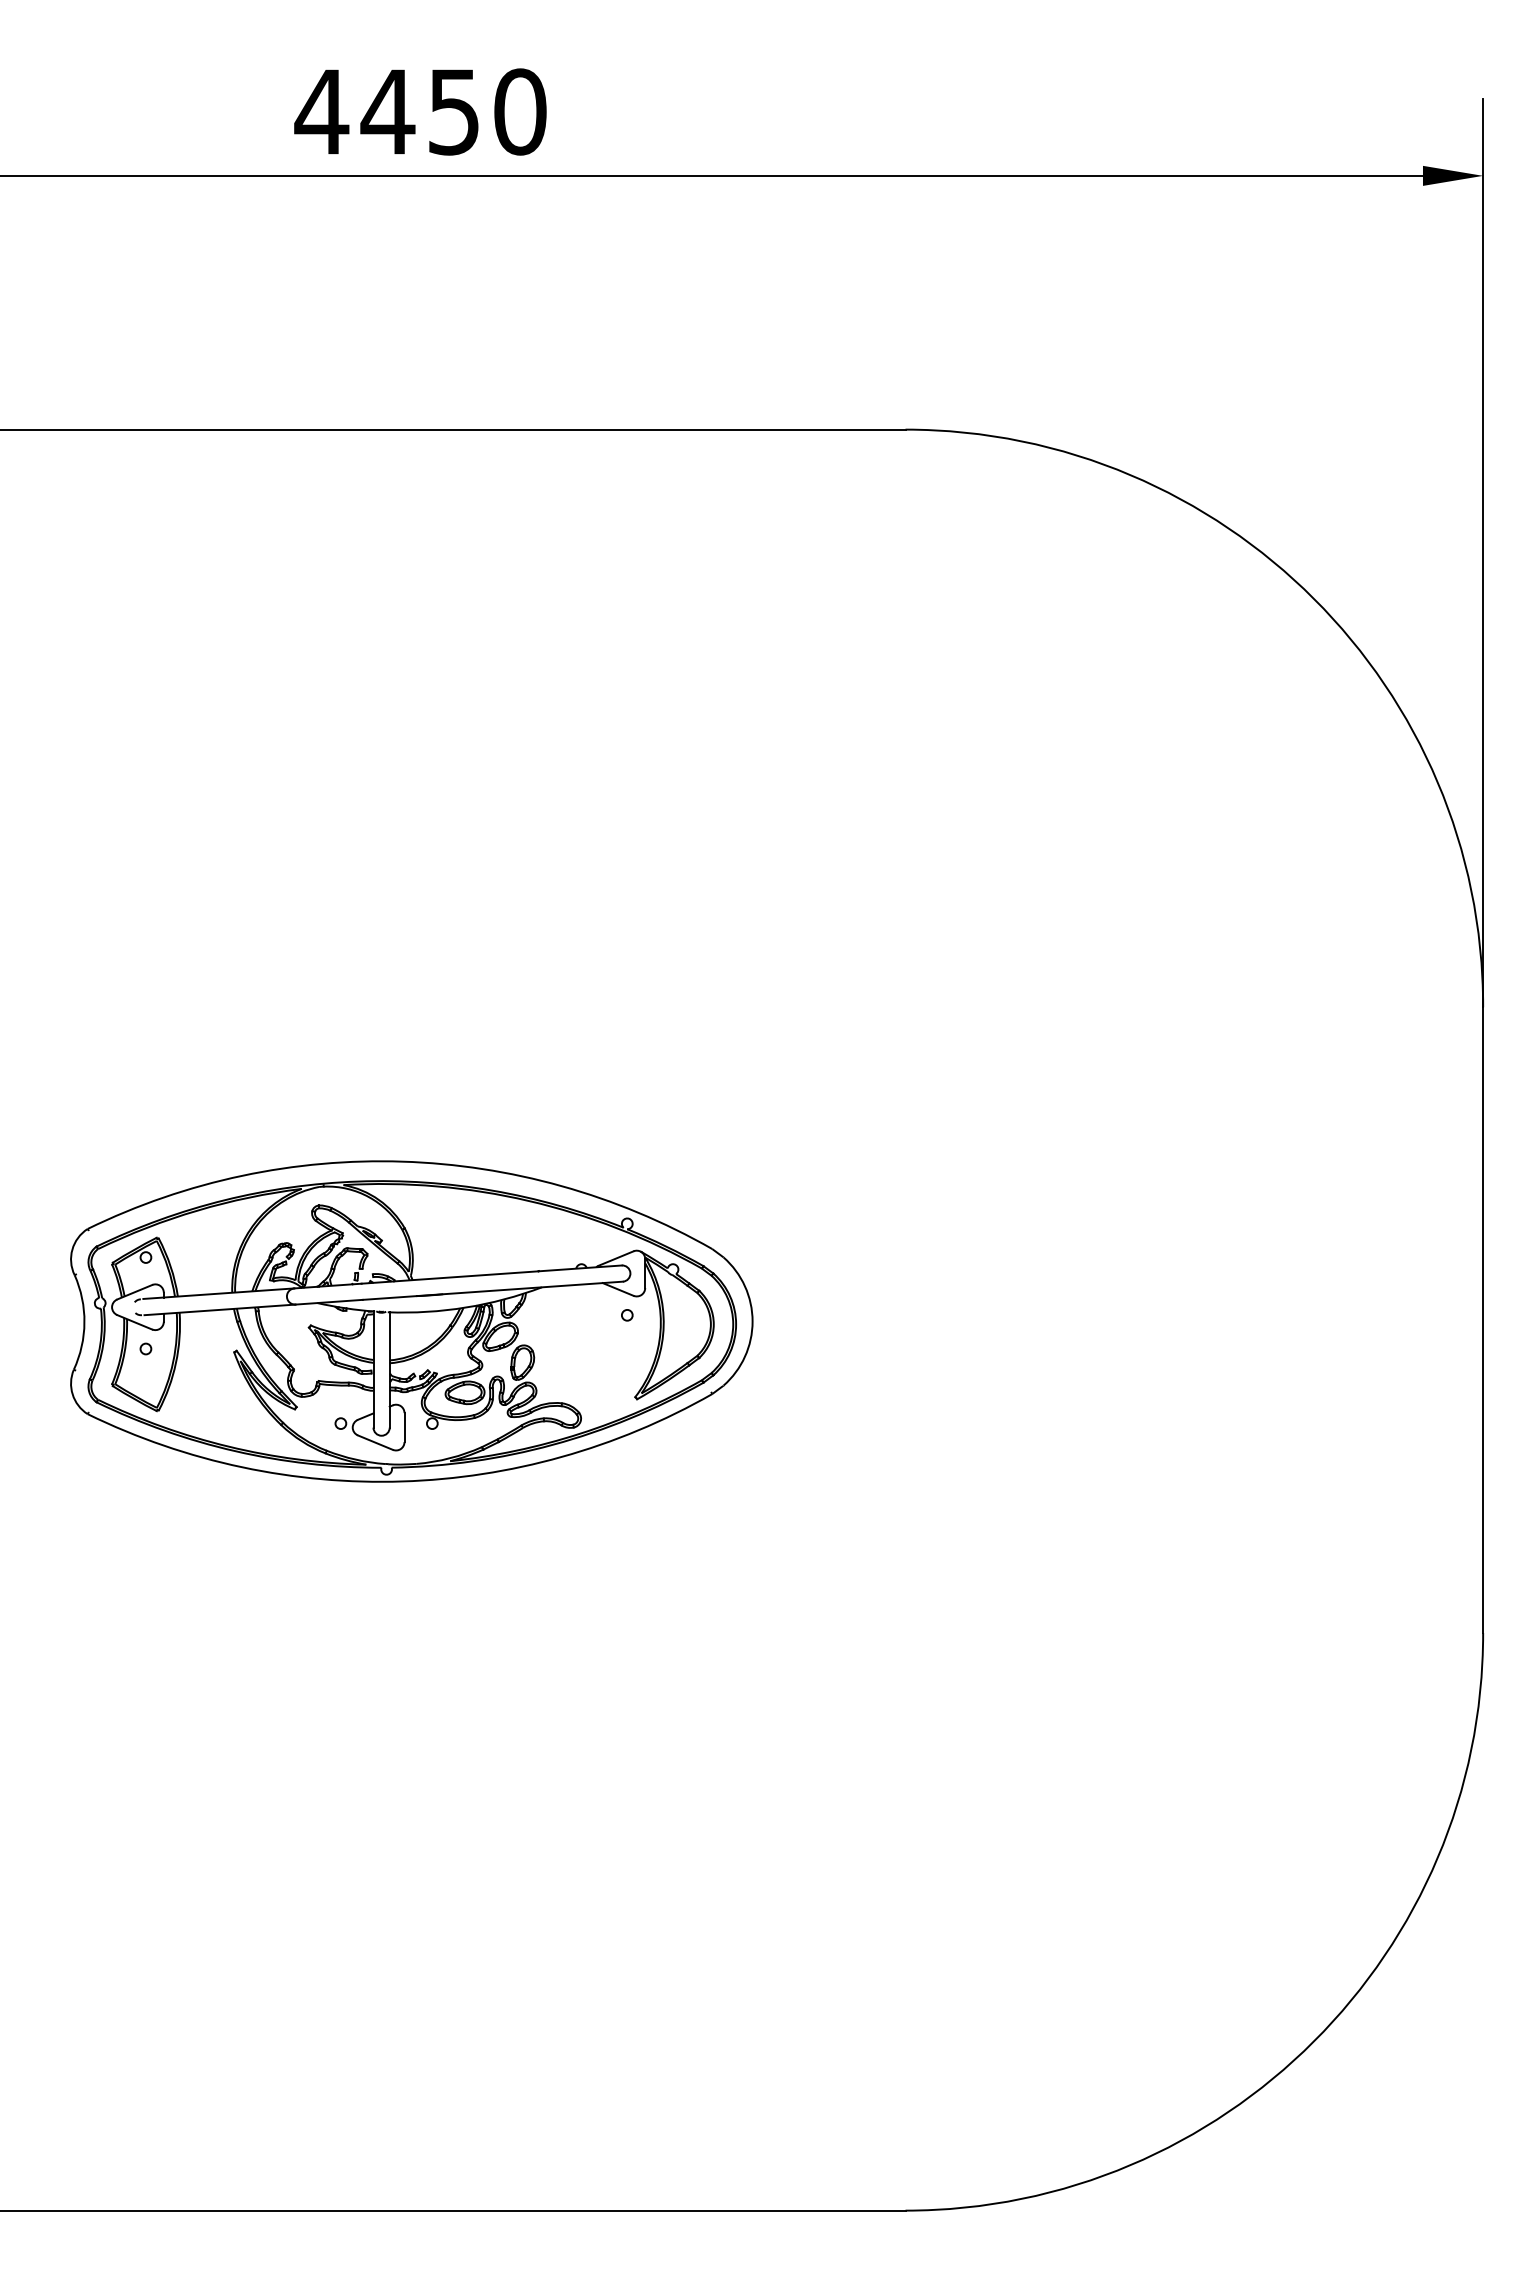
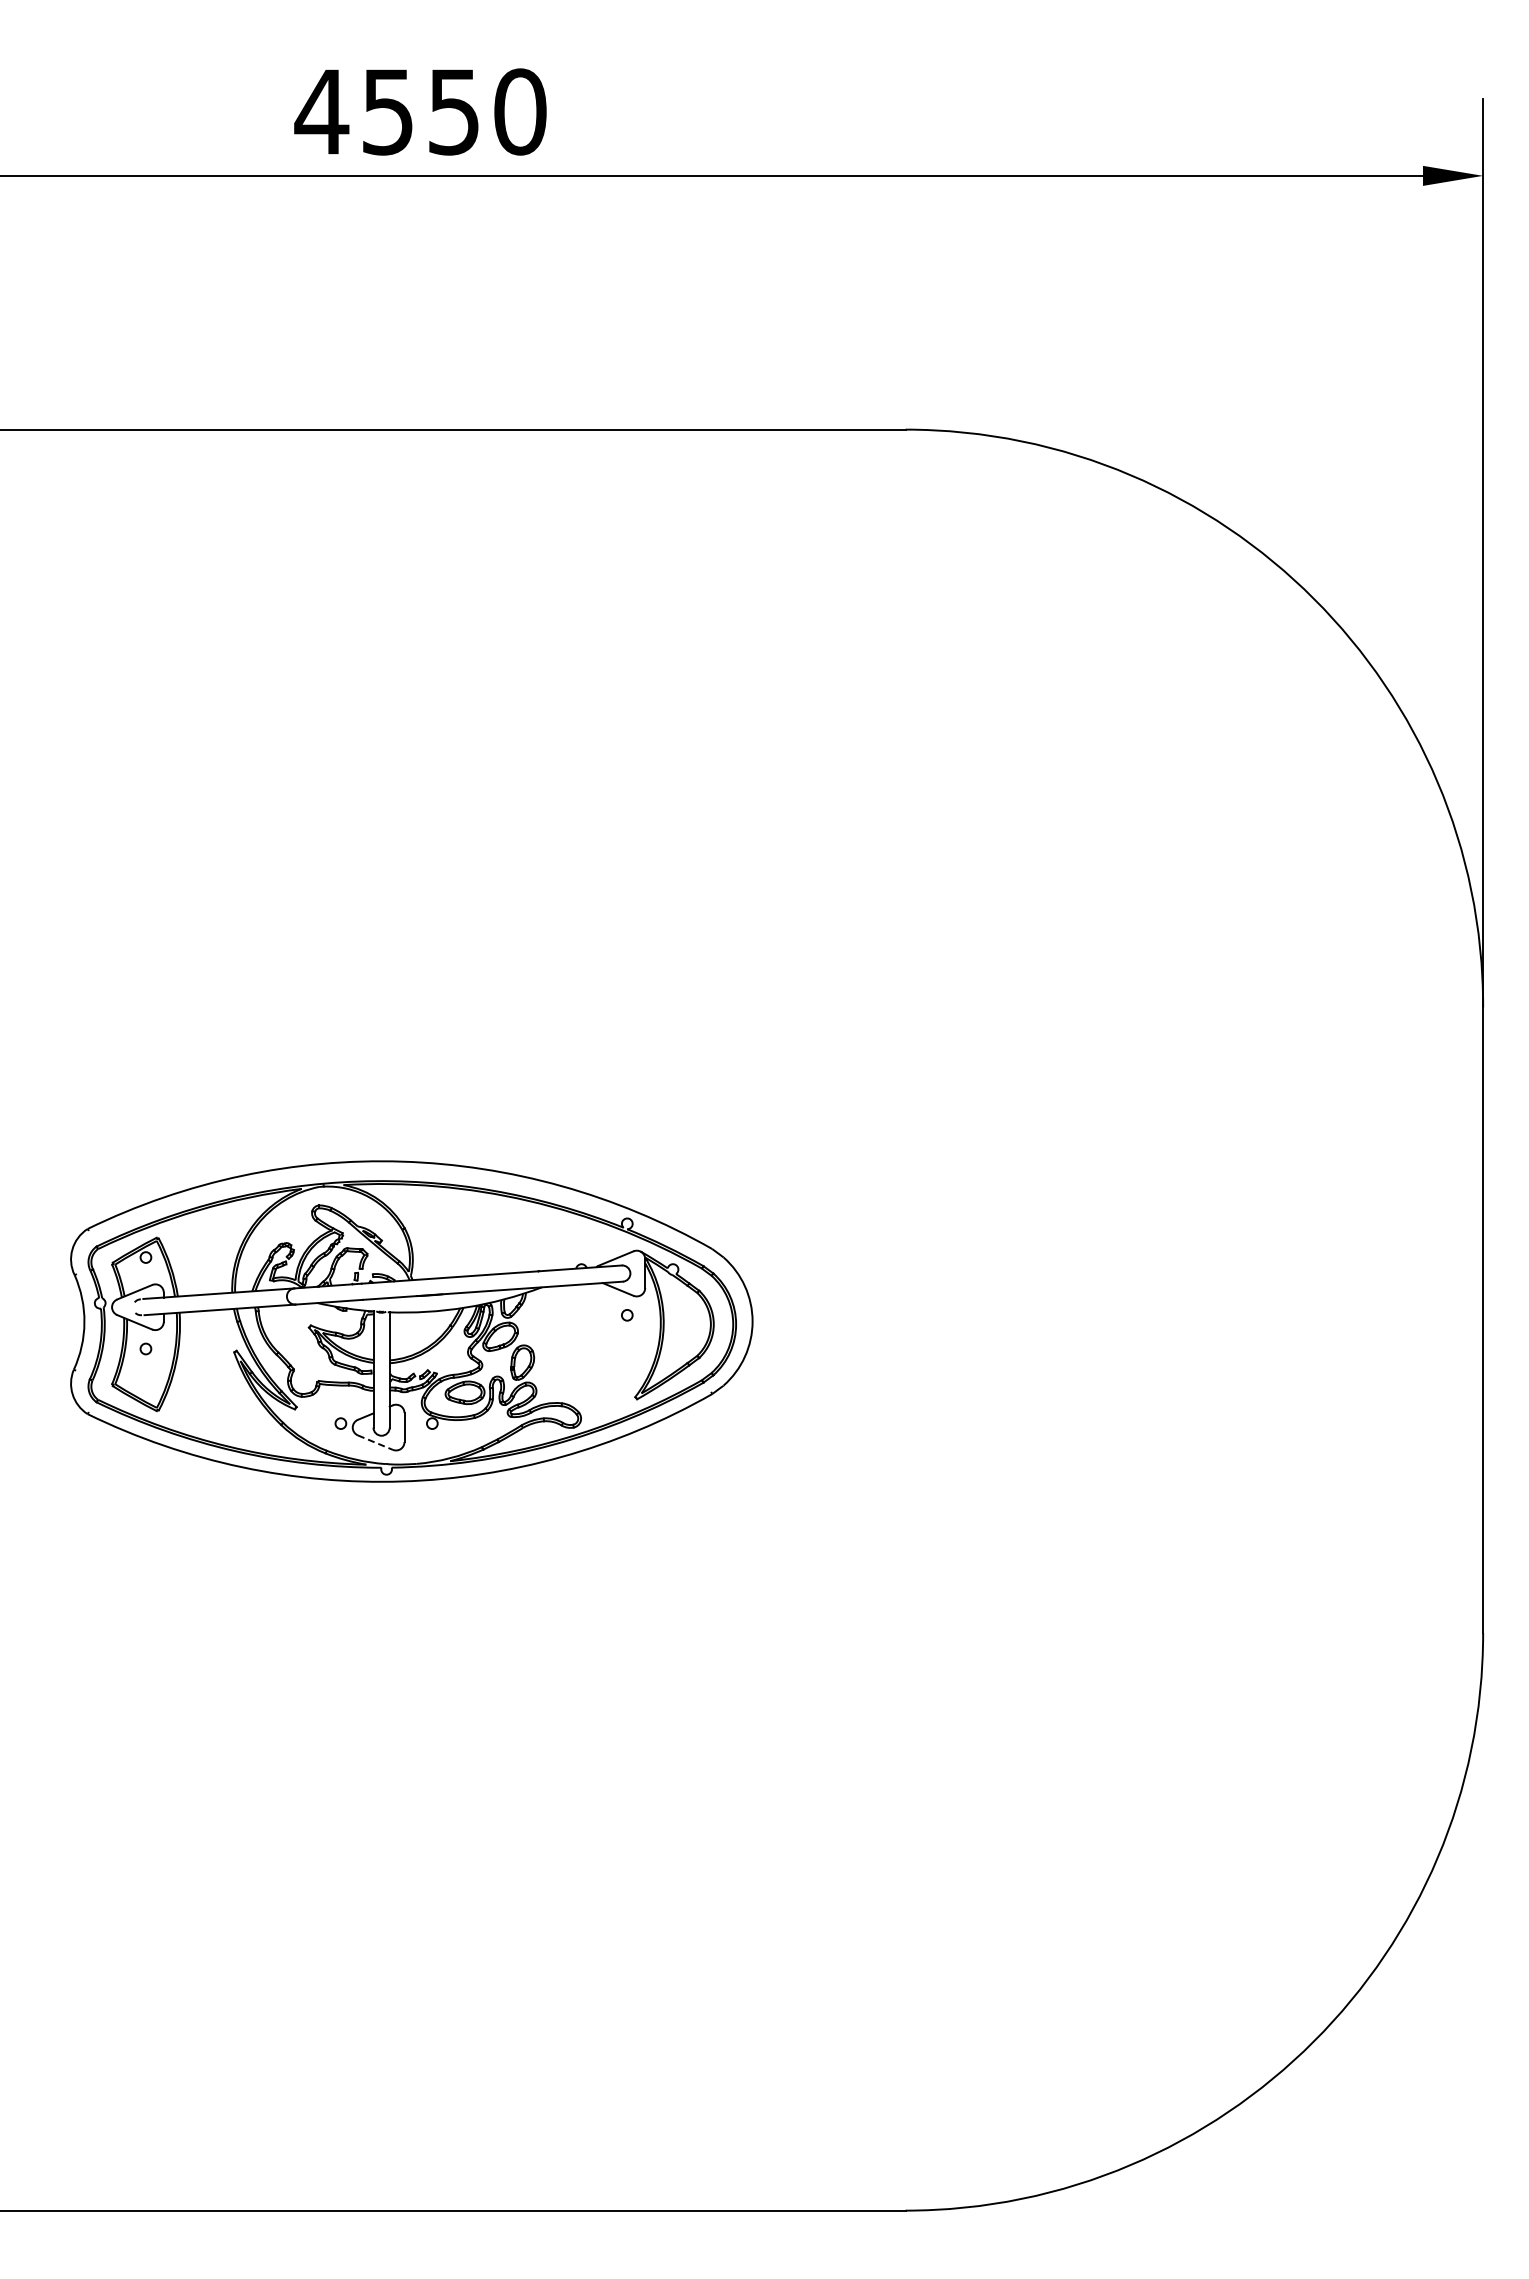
text at (387, 112): 4450 -> 4550
line at (375, 1442): solid -> dashed
